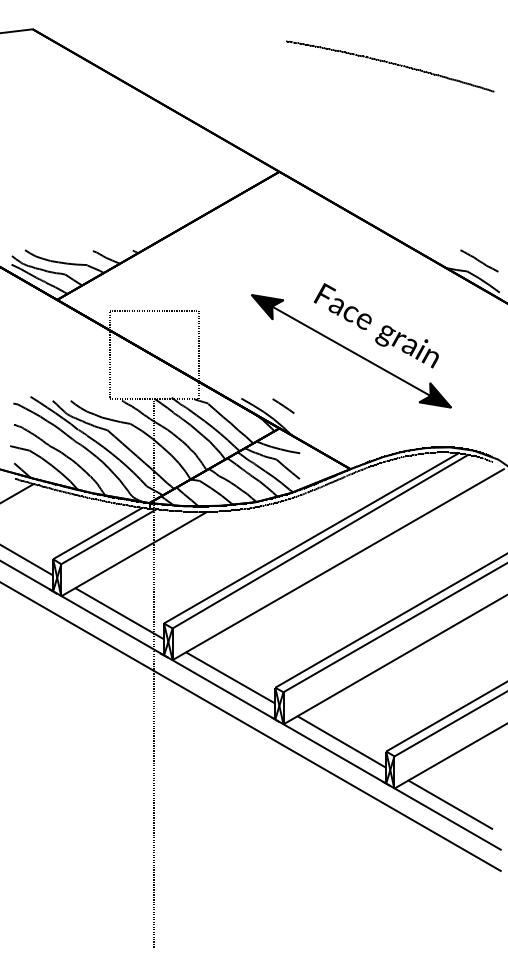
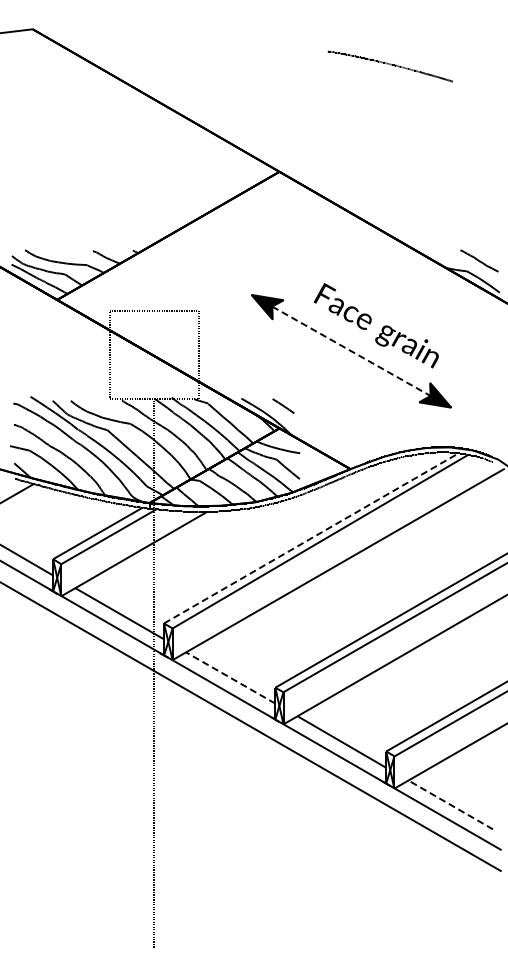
part at (390, 66) size: 209x53 px -> 126x33 px
line at (351, 351): solid -> dashed
line at (311, 538): solid -> dashed
line at (230, 677): solid -> dashed
line at (450, 804): solid -> dashed
